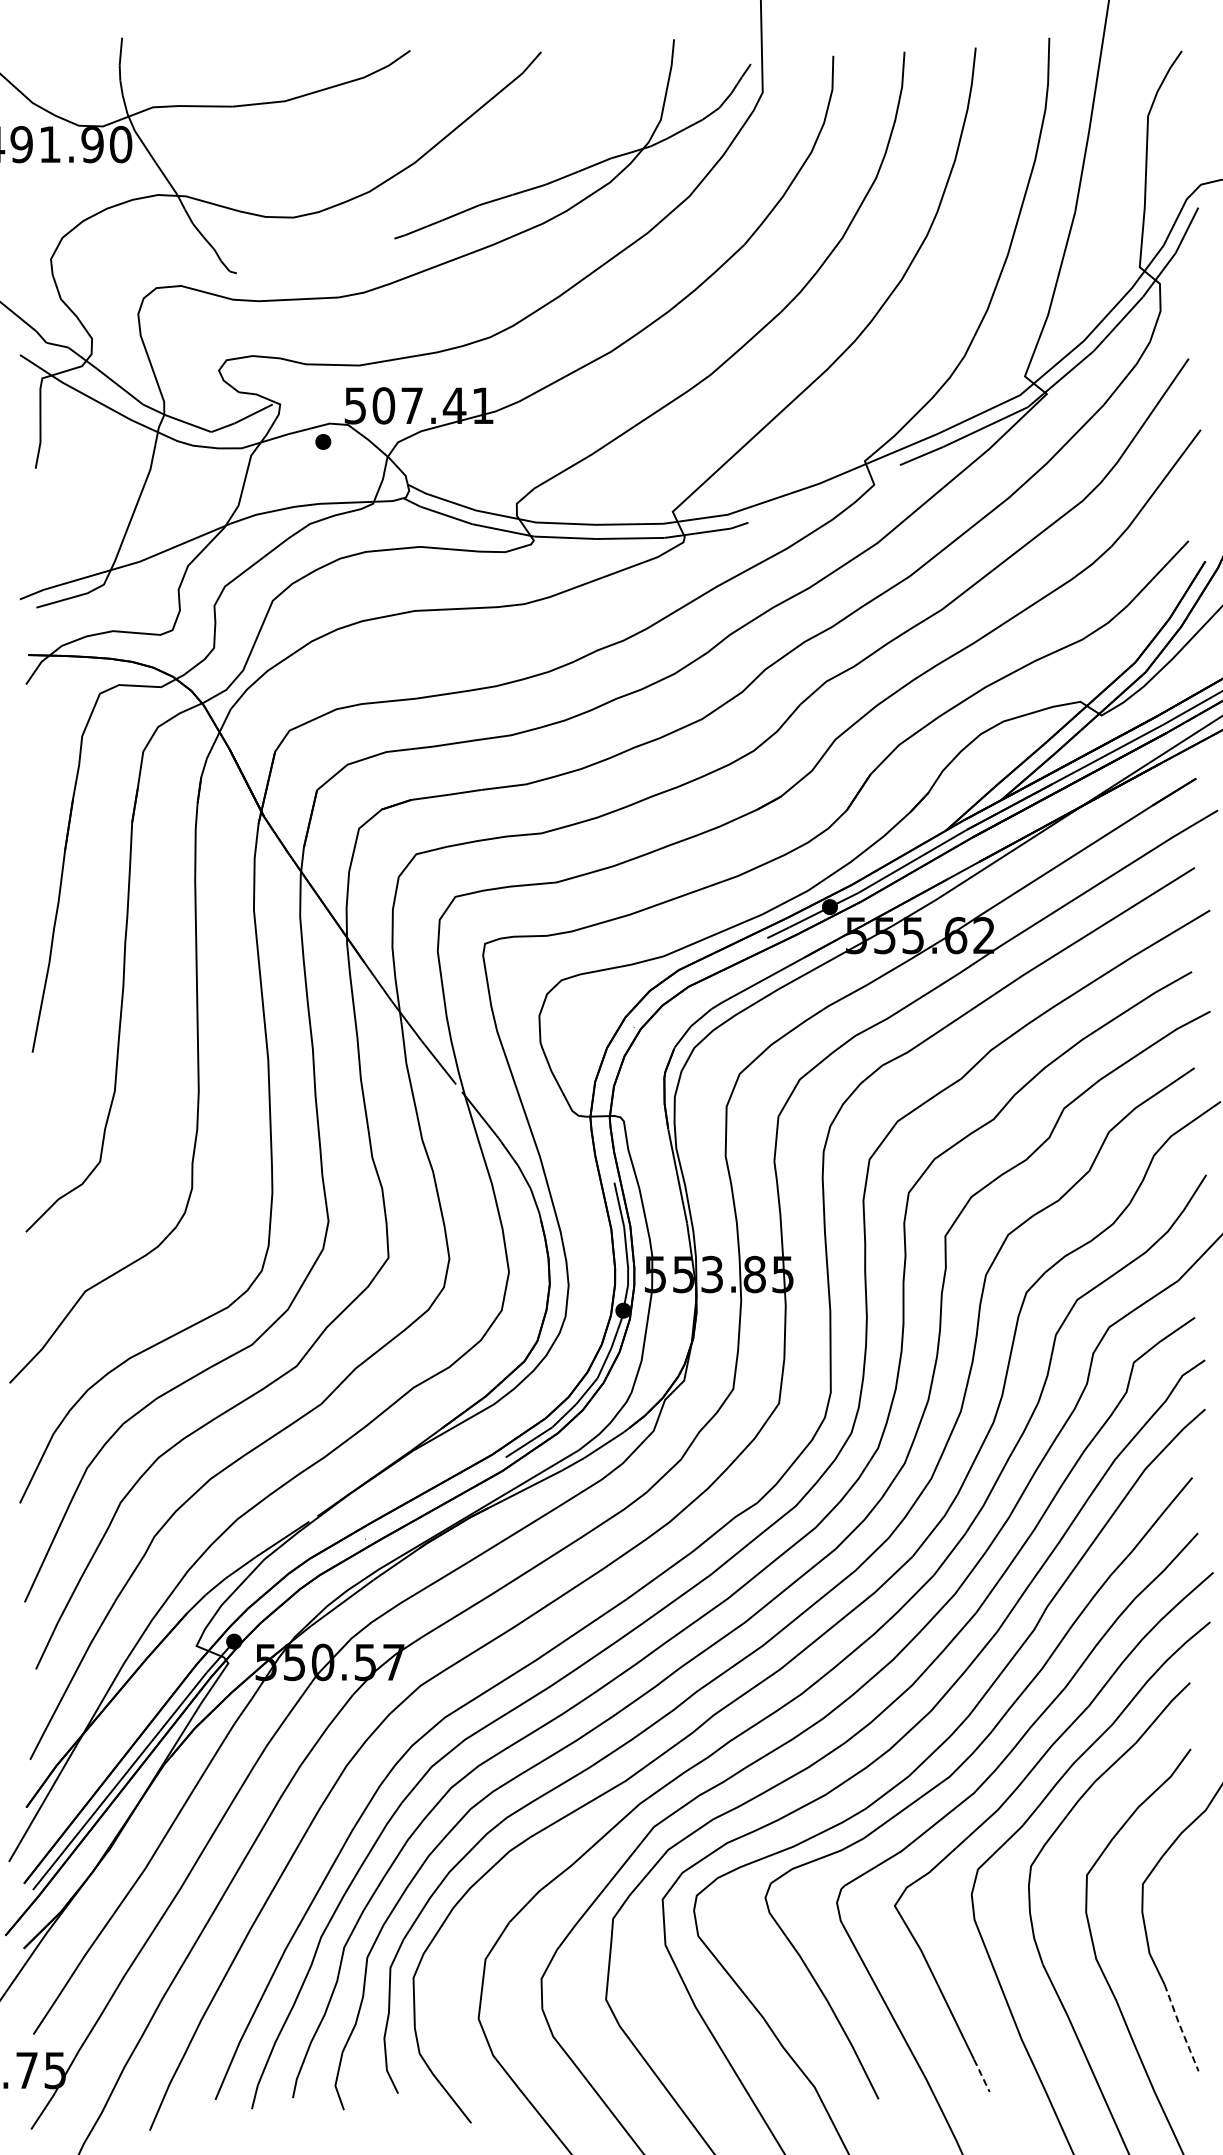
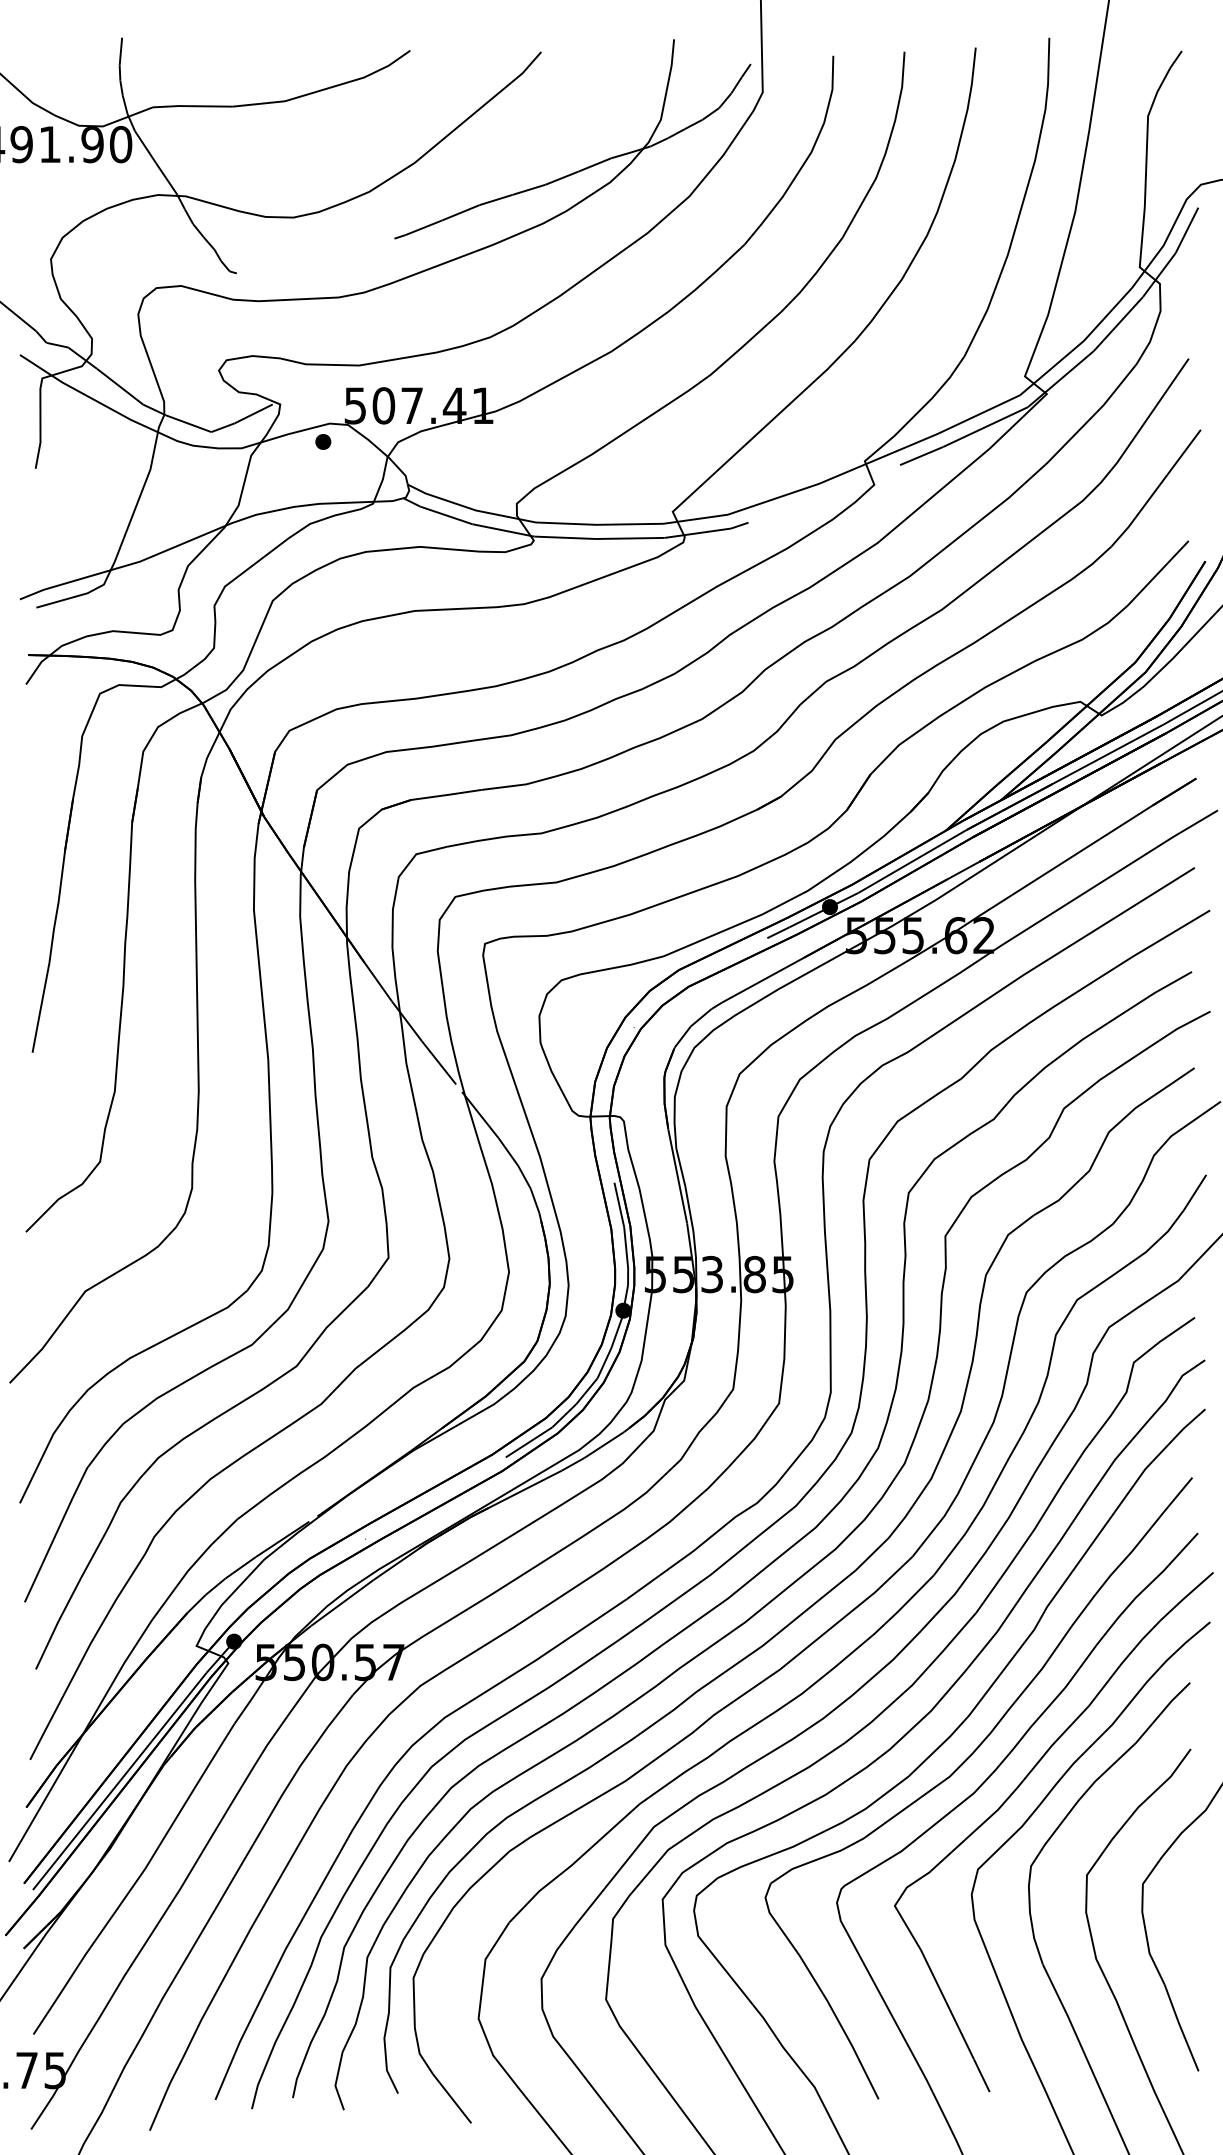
line at (1180, 2027): dashed -> solid
line at (982, 2076): dashed -> solid
